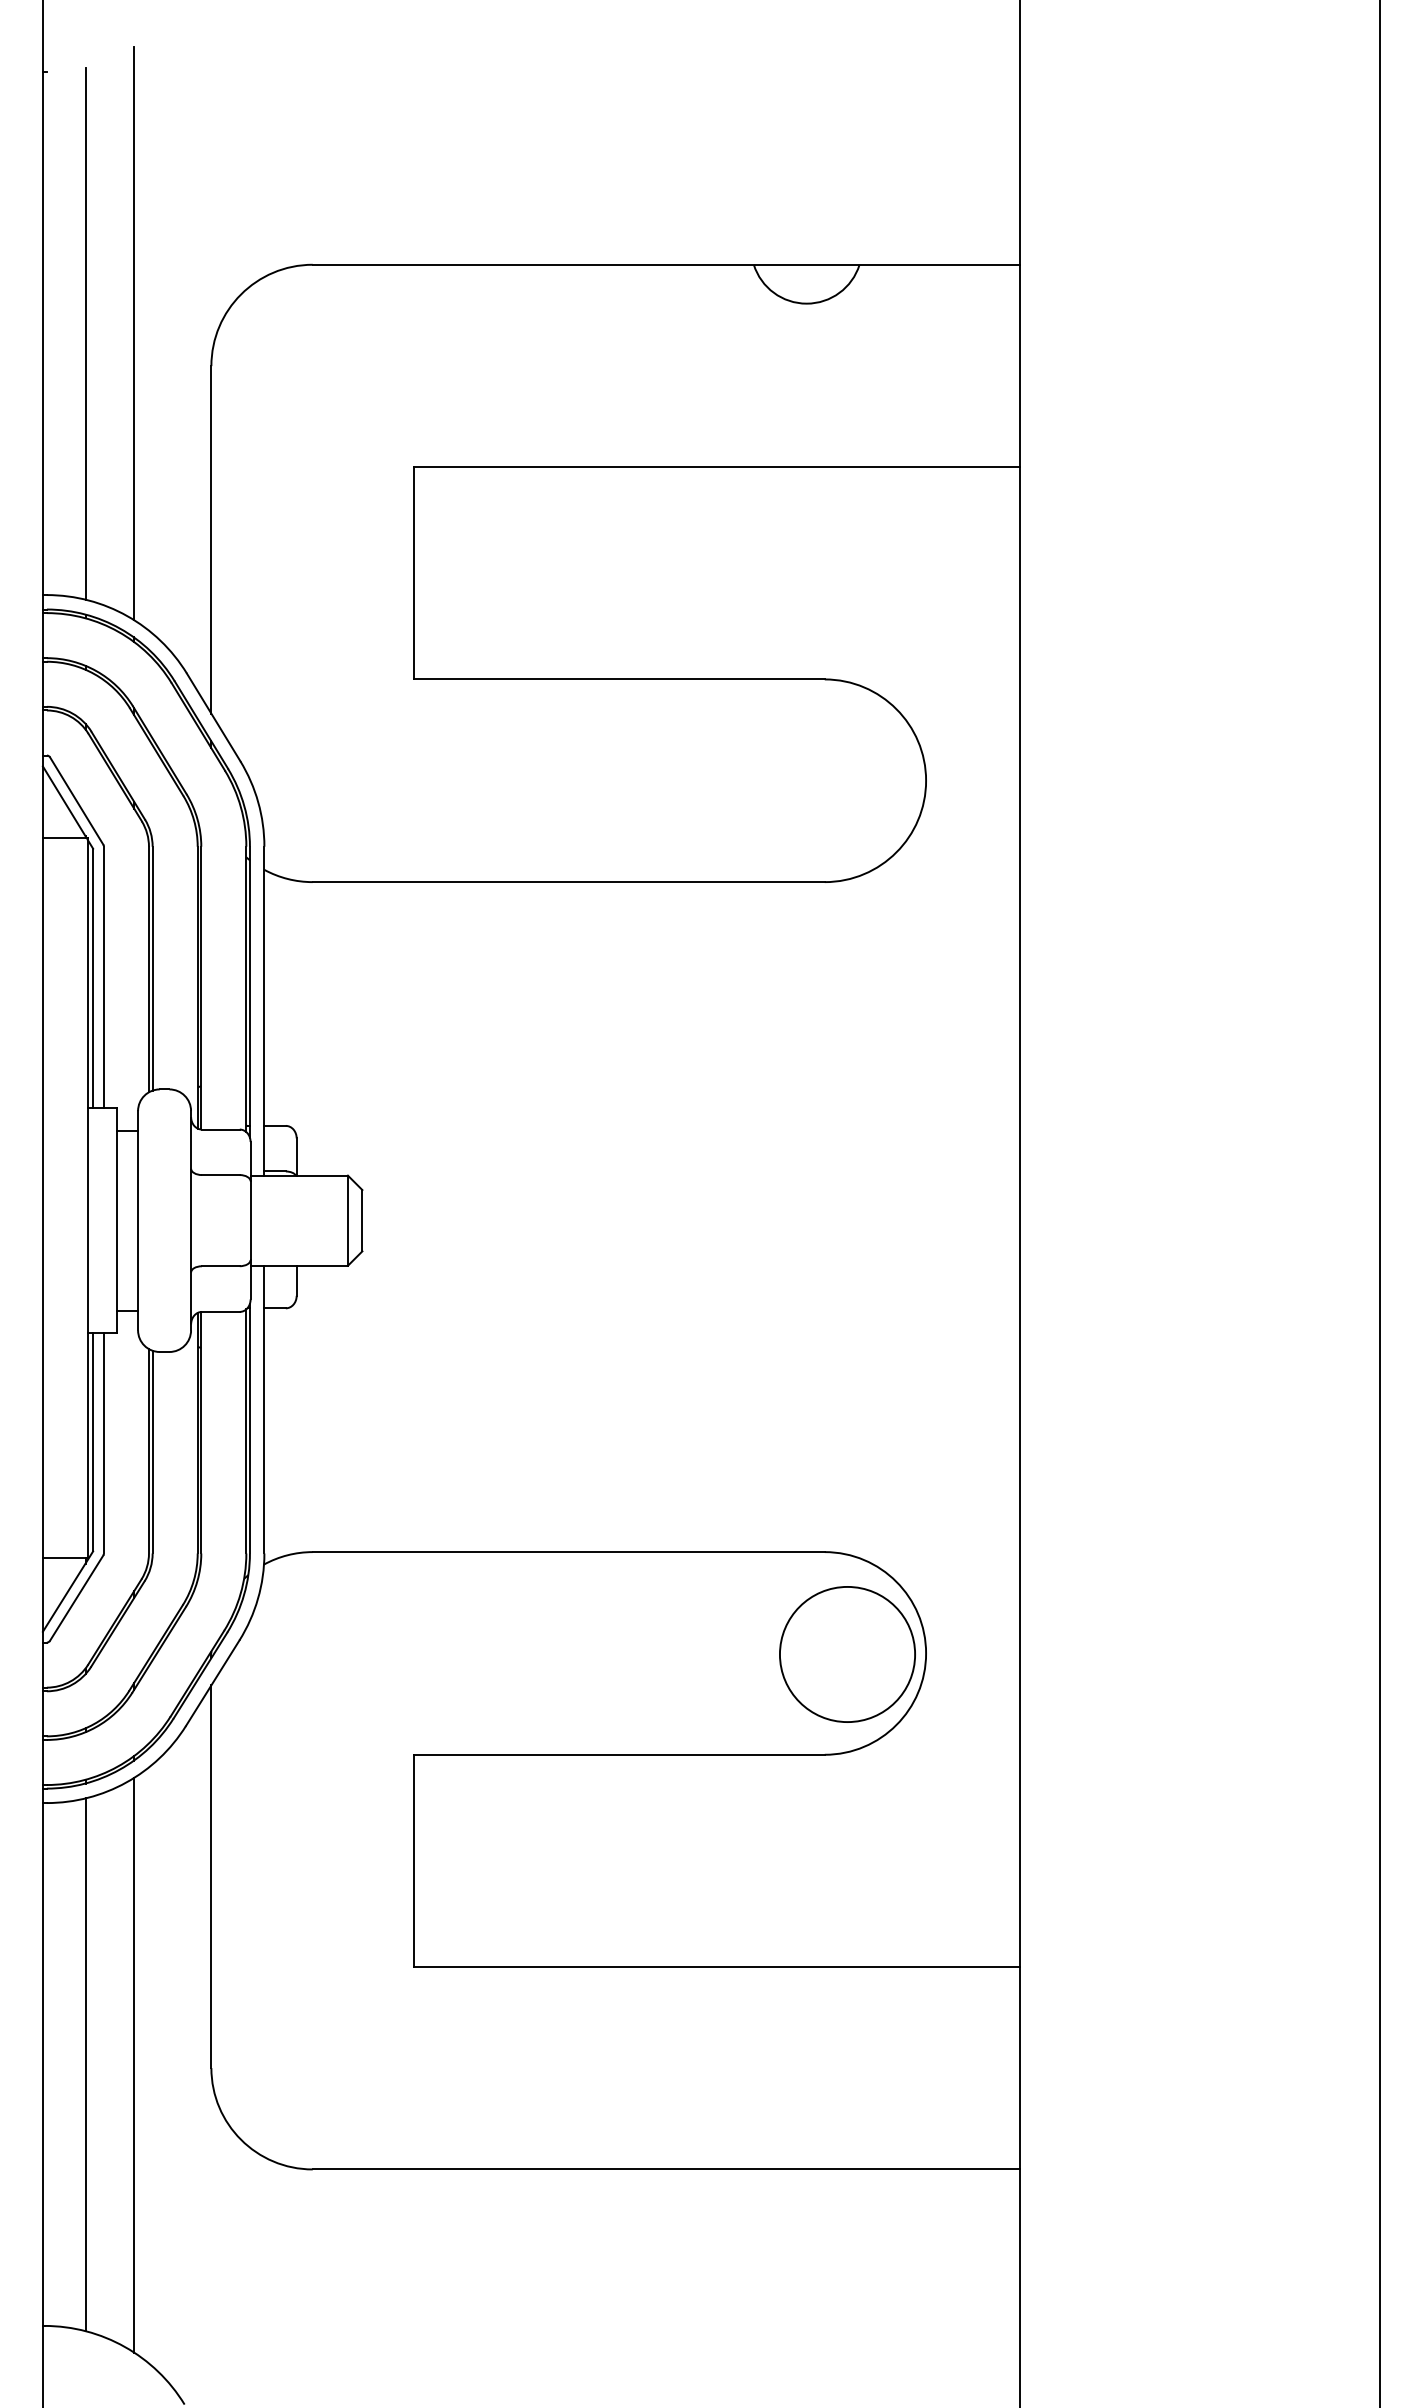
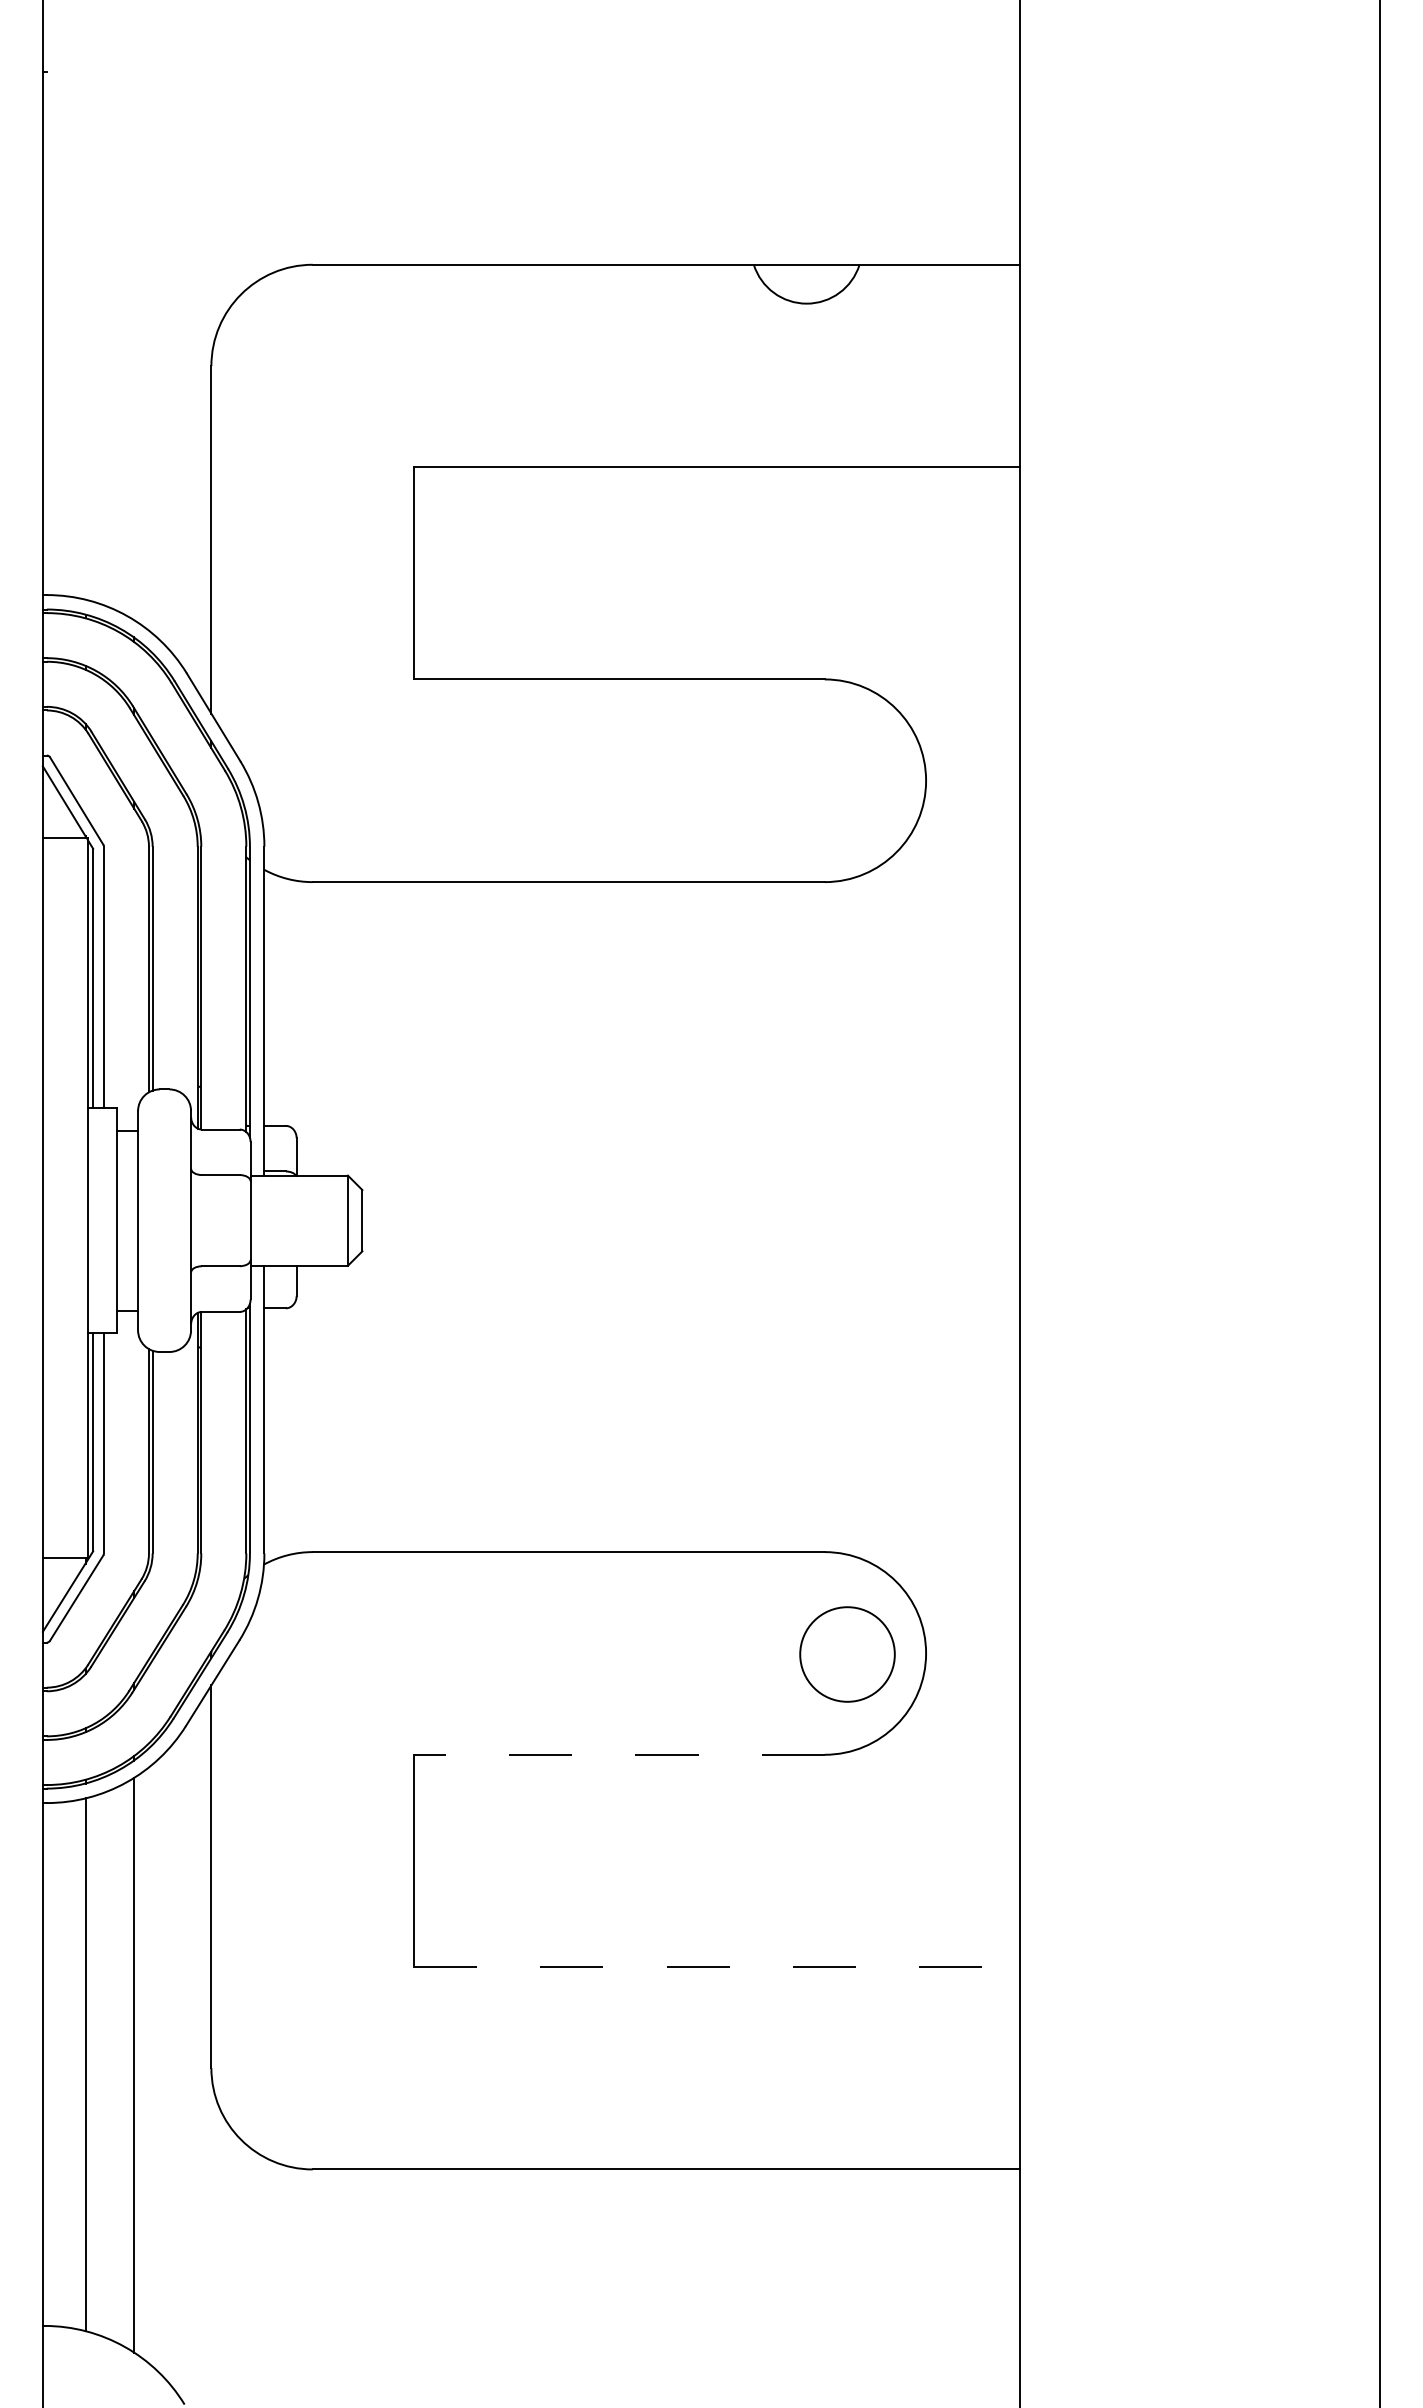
line at (85, 333): present -> none
line at (134, 333): present -> none
circle at (847, 1654) size: 137x137 px -> 97x97 px
line at (618, 1754): solid -> dashed
line at (716, 1966): solid -> dashed
